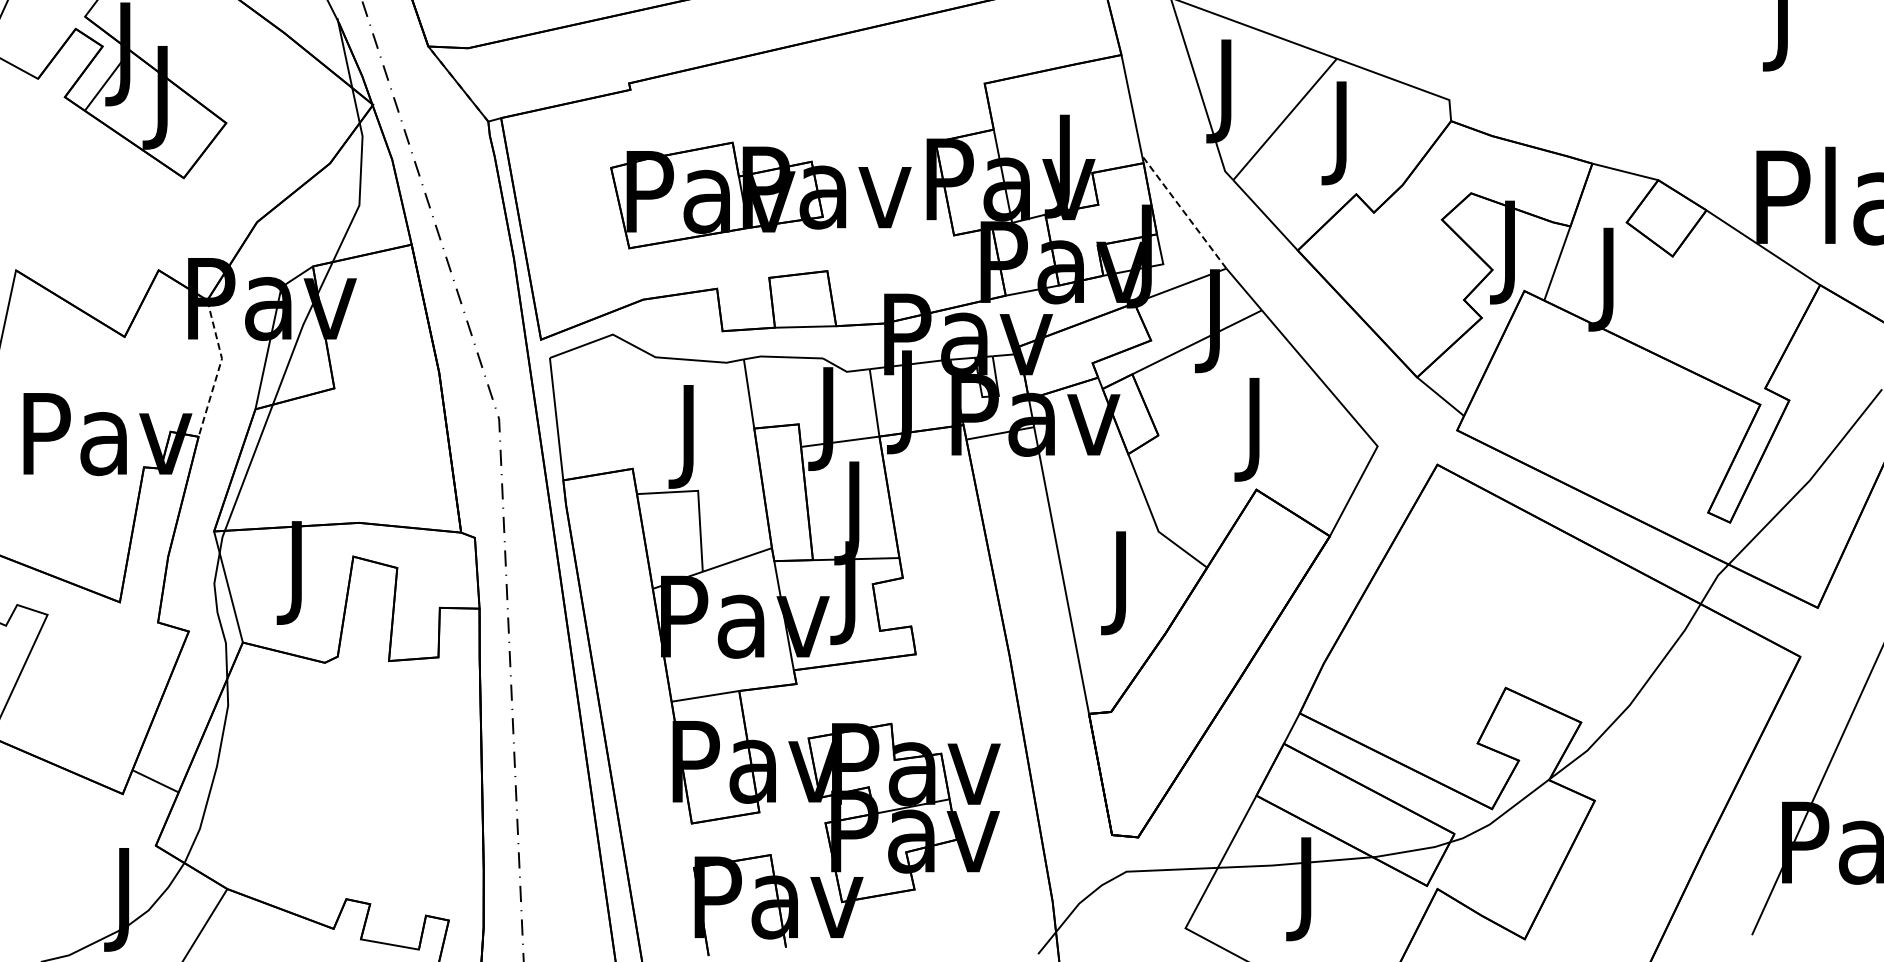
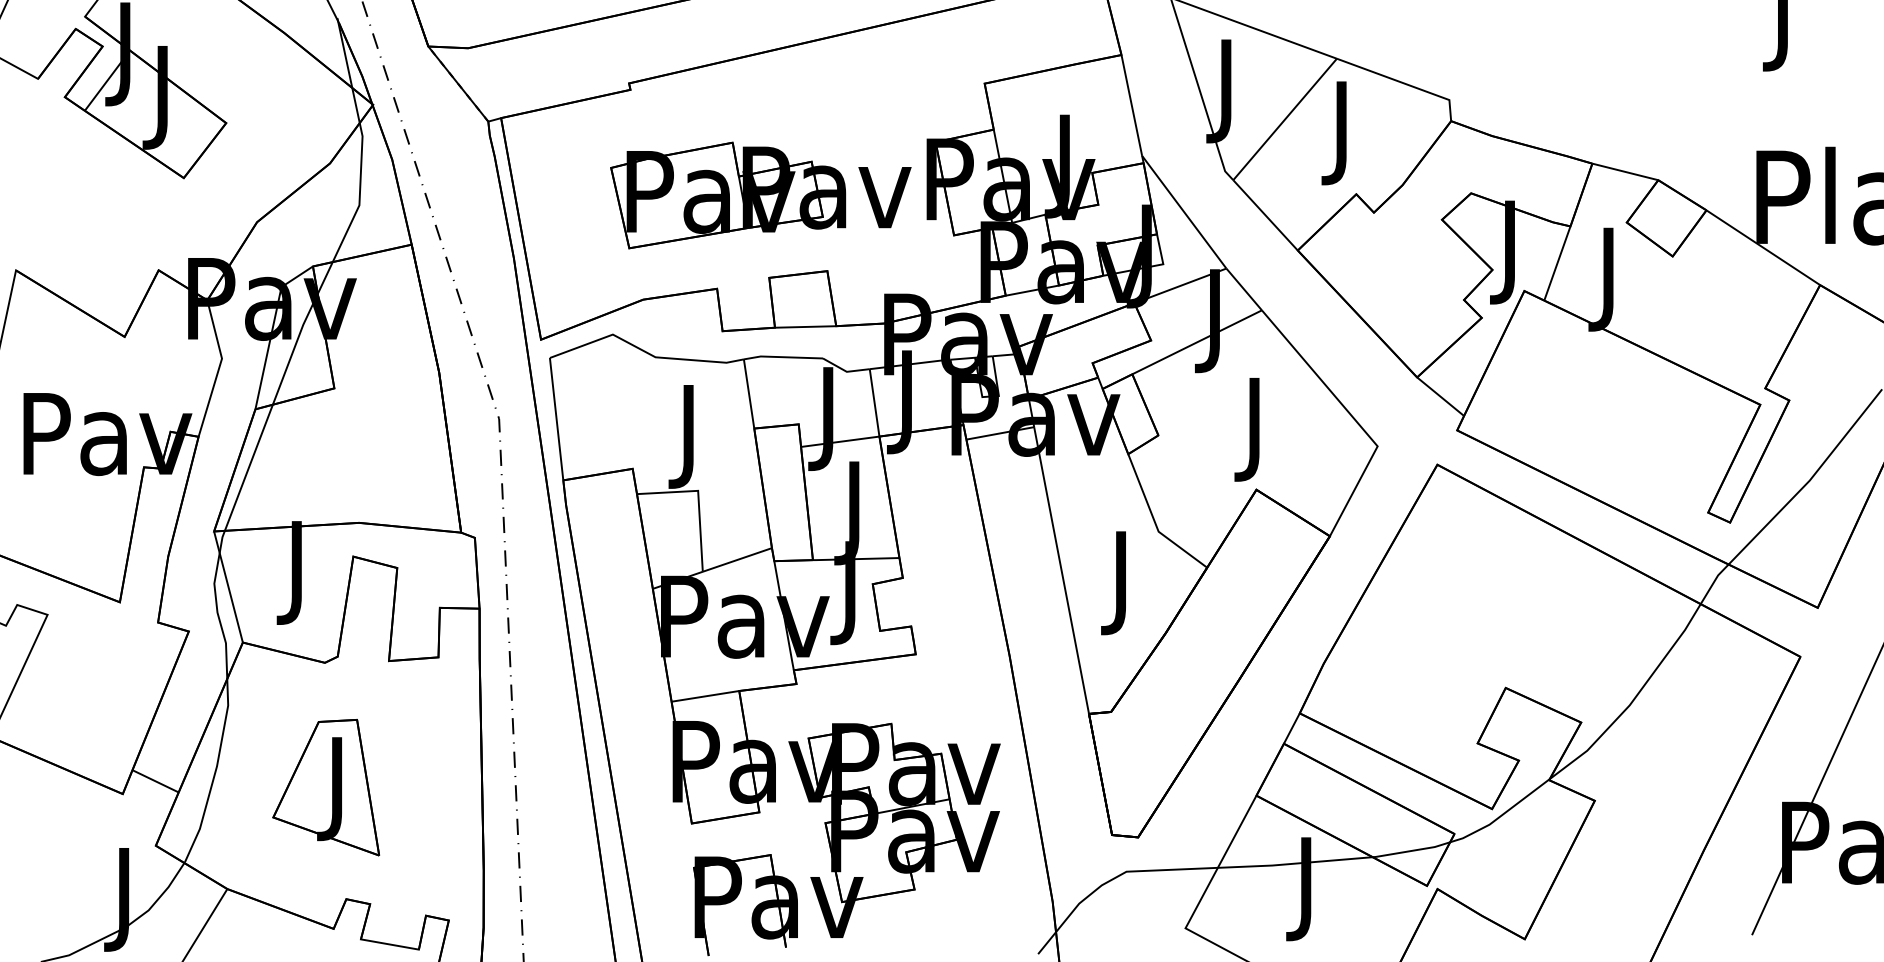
line at (1183, 211): dashed -> solid
line at (219, 368): dashed -> solid
part at (326, 787): none -> present
